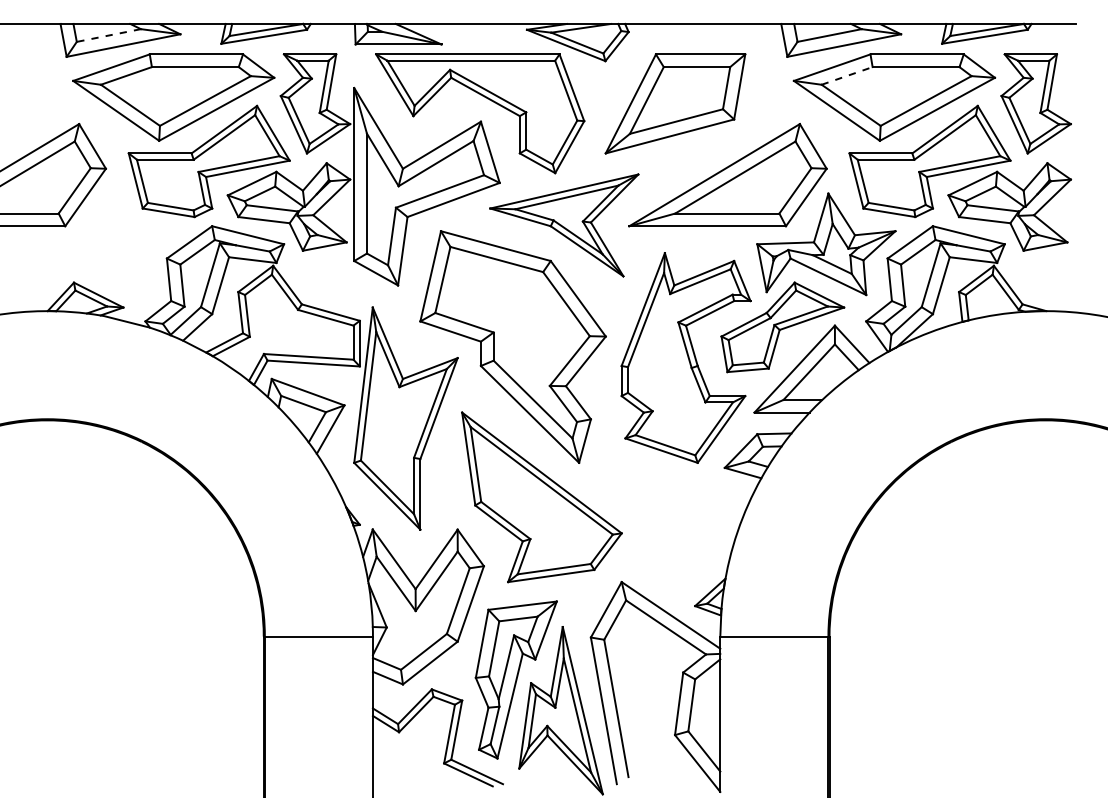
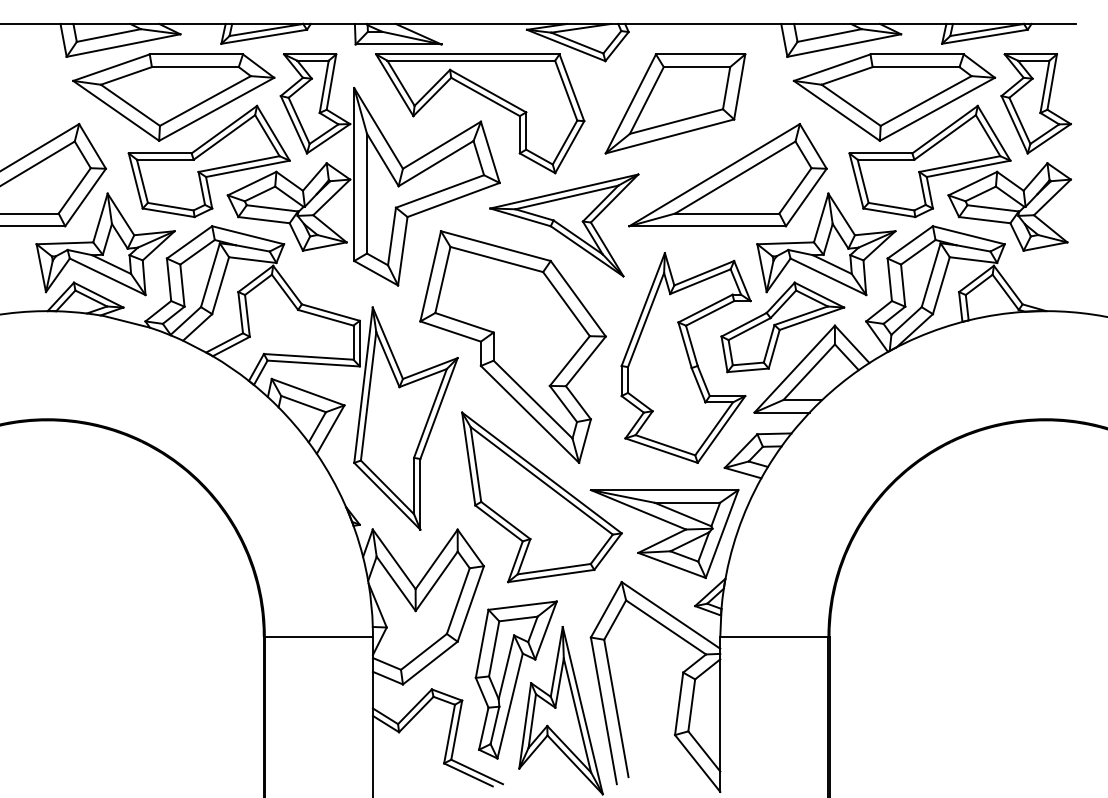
line at (108, 35): dashed -> solid
line at (847, 75): dashed -> solid
part at (105, 244): none -> present
part at (664, 533): none -> present
